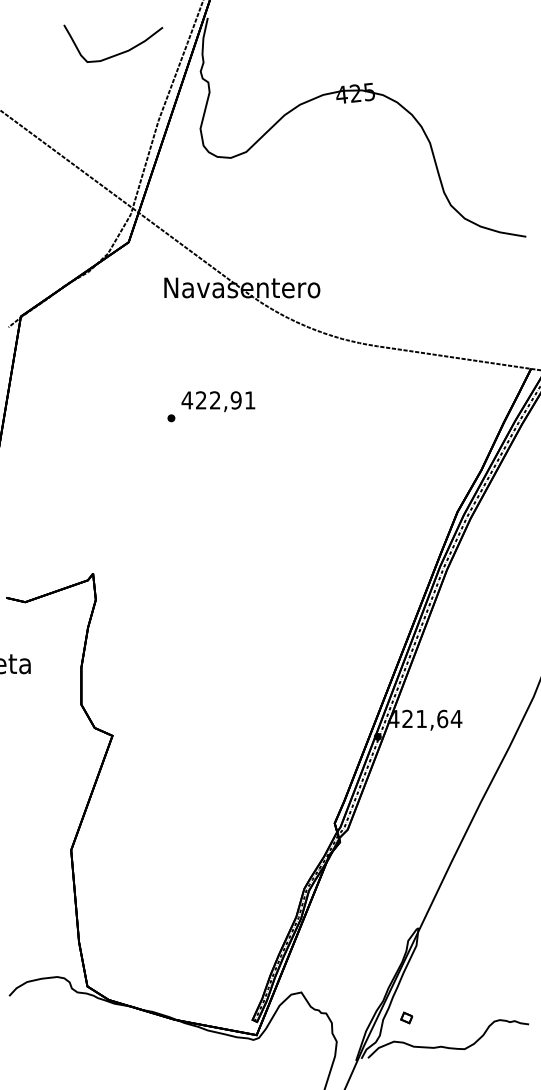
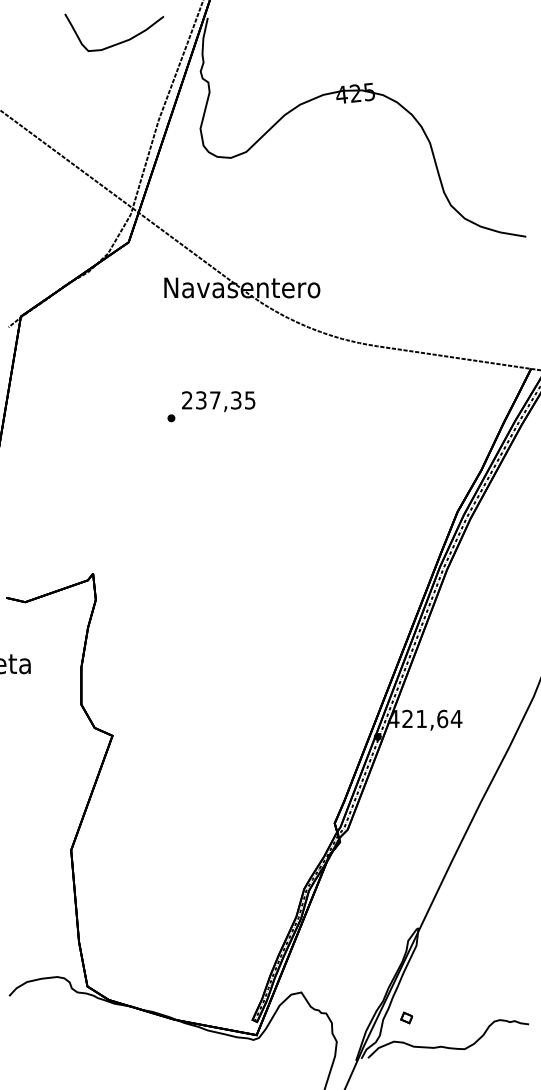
curve at (117, 53) position: (117, 53) -> (118, 42)
text at (218, 400): 422,91 -> 237,35
